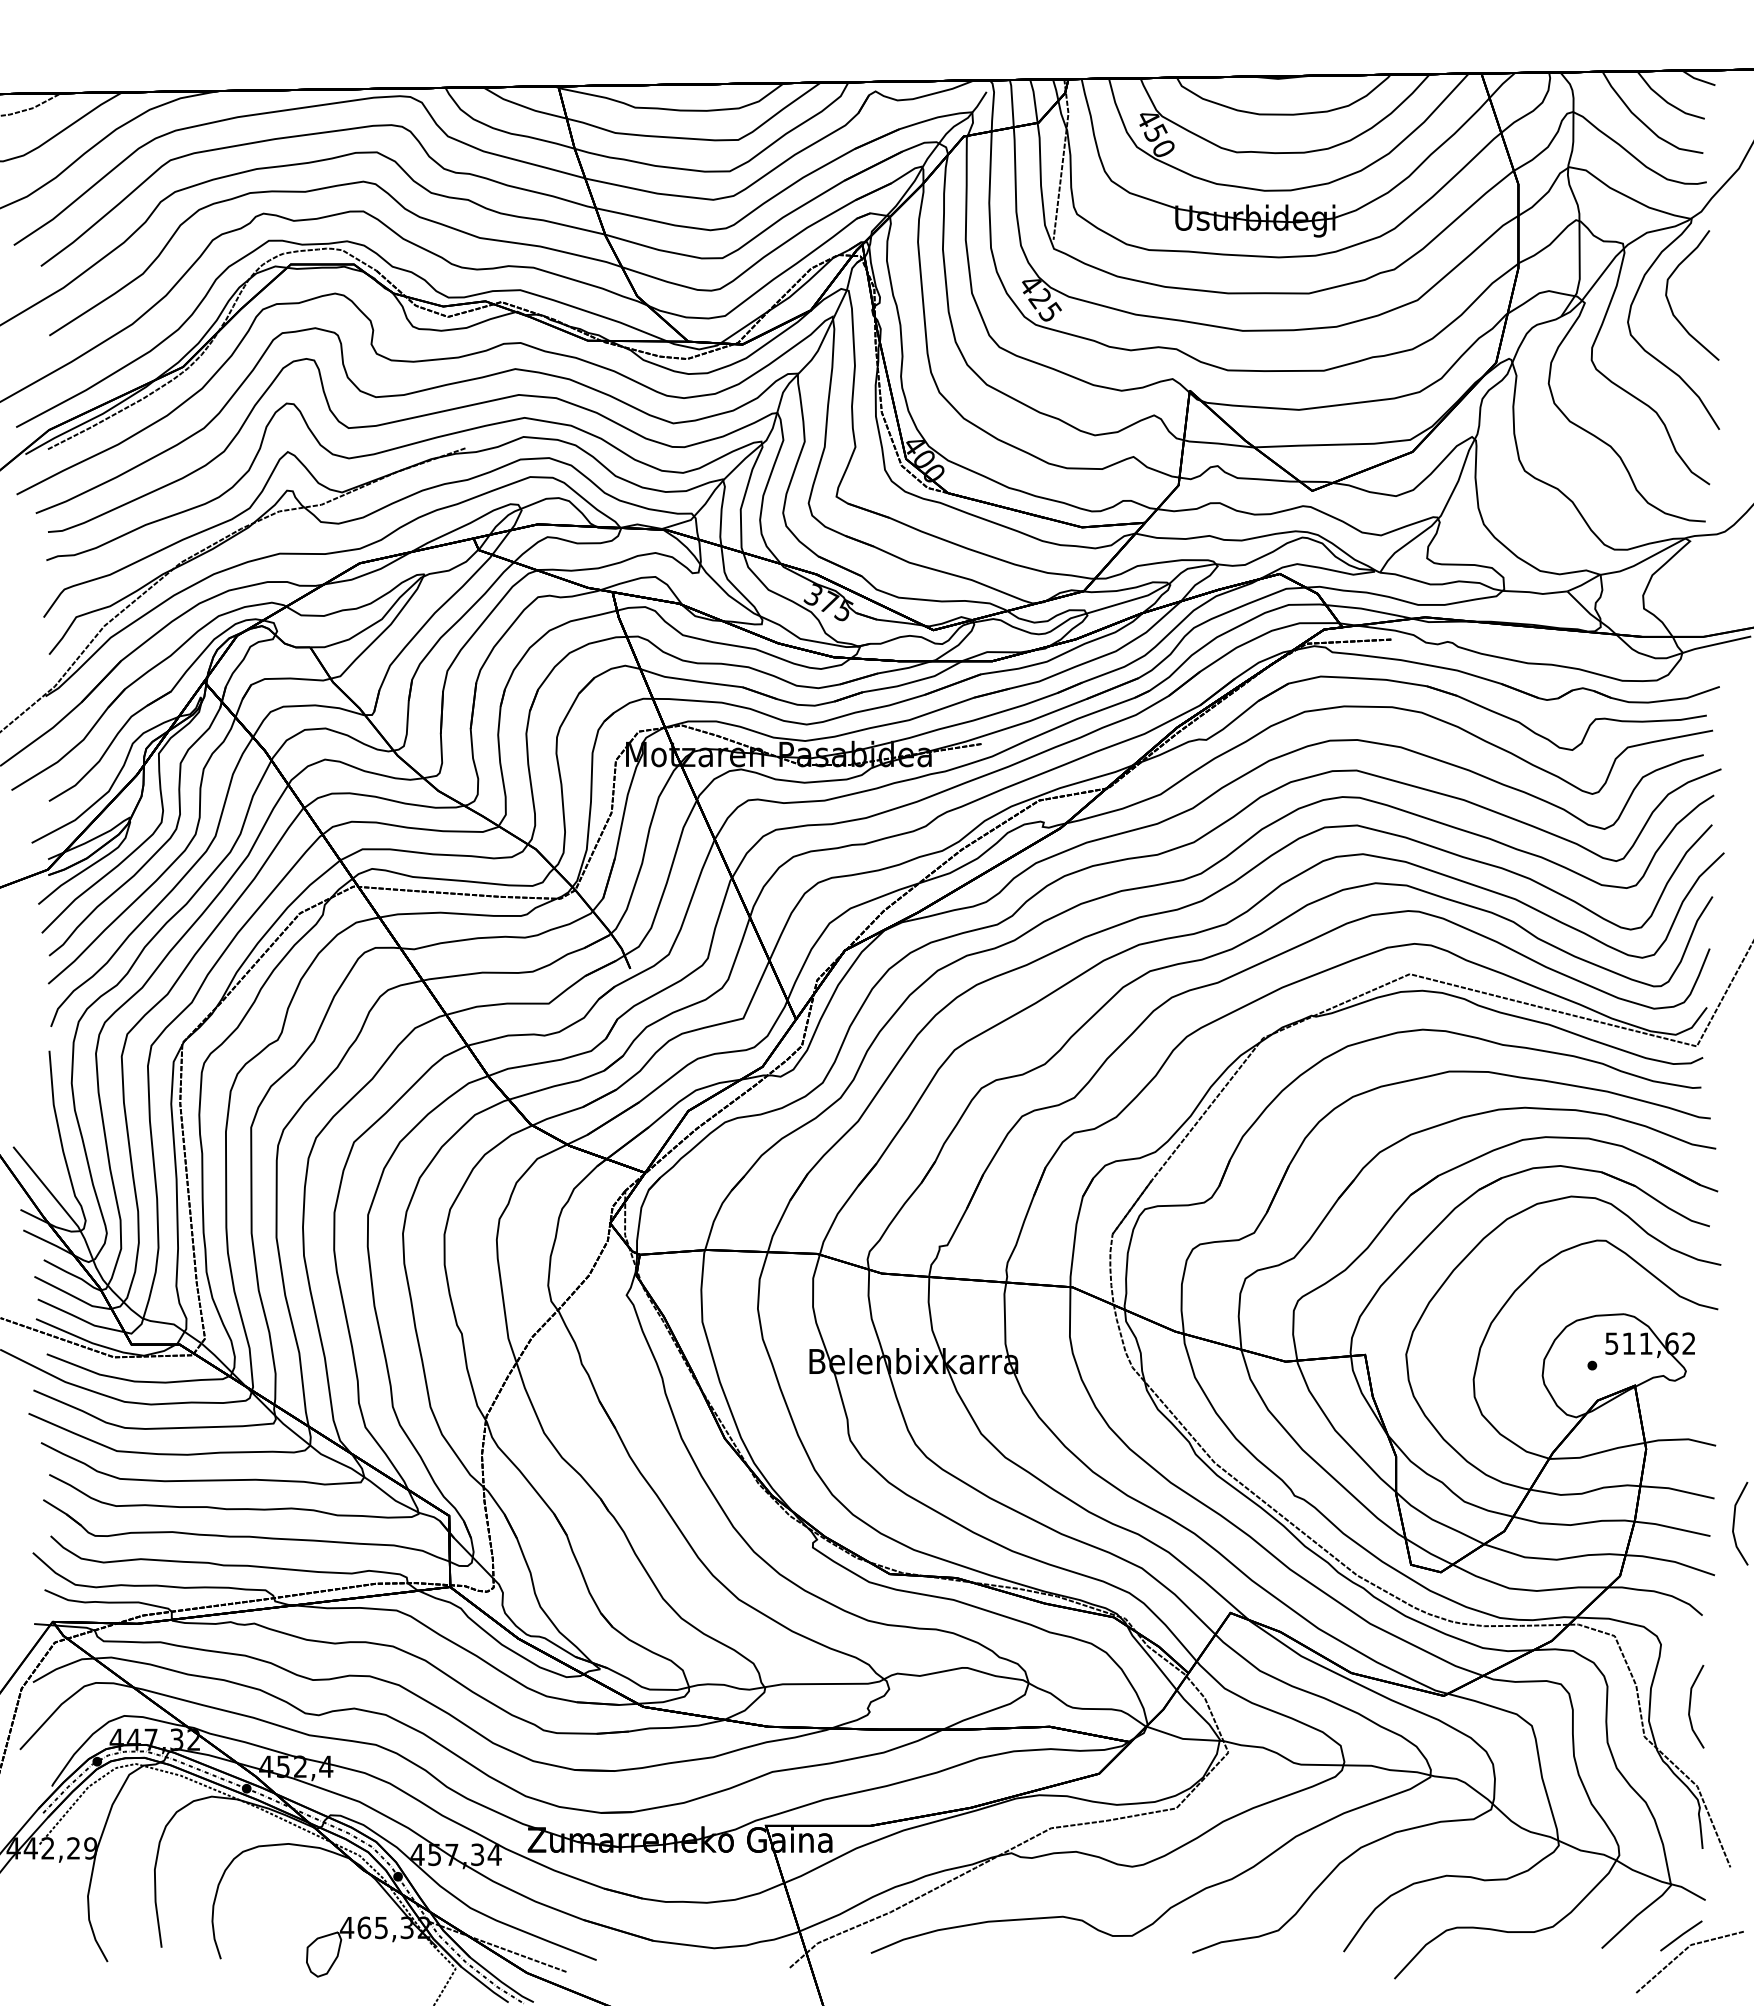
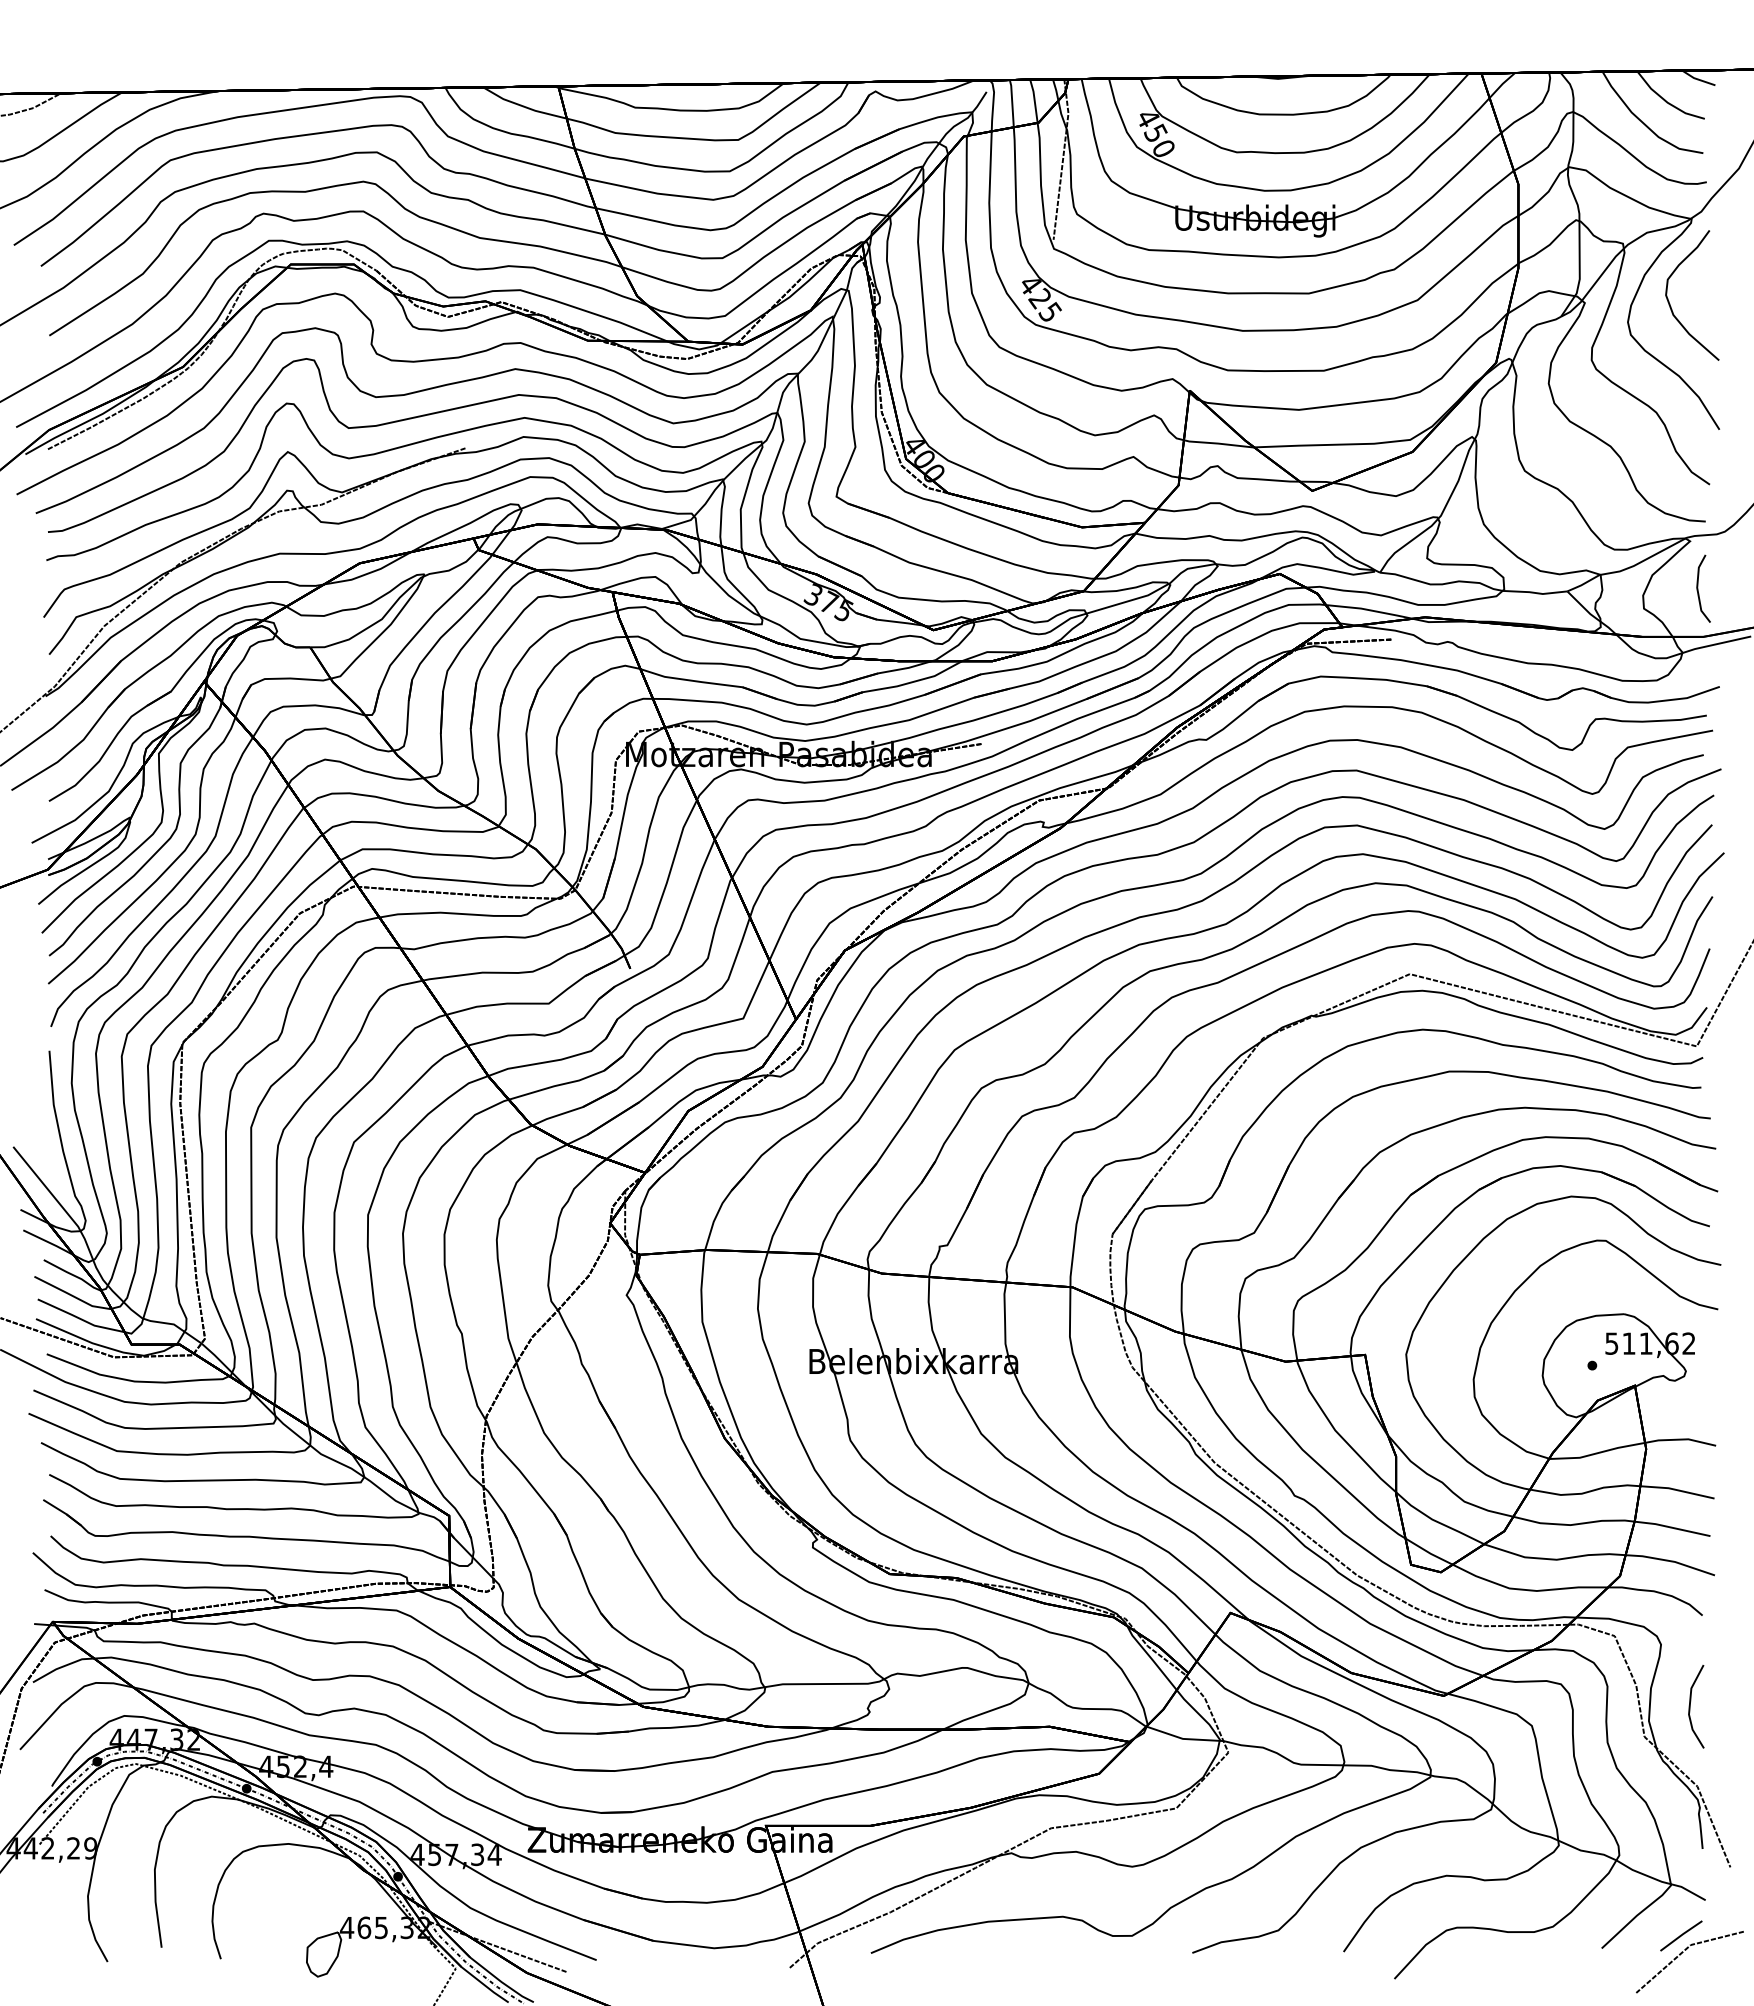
line at (1698, 588): none -> present
line at (1734, 1523): present -> none
